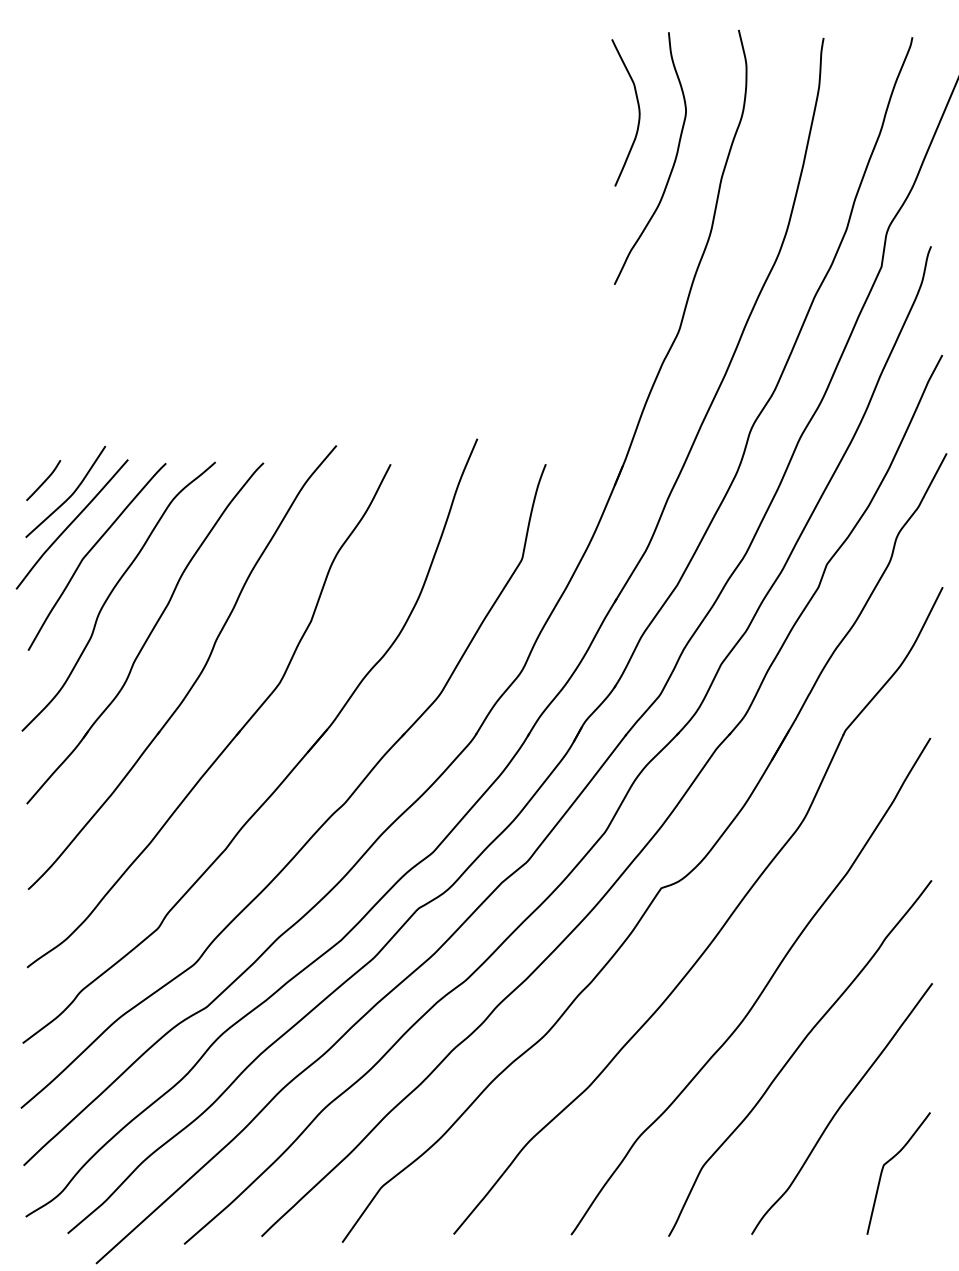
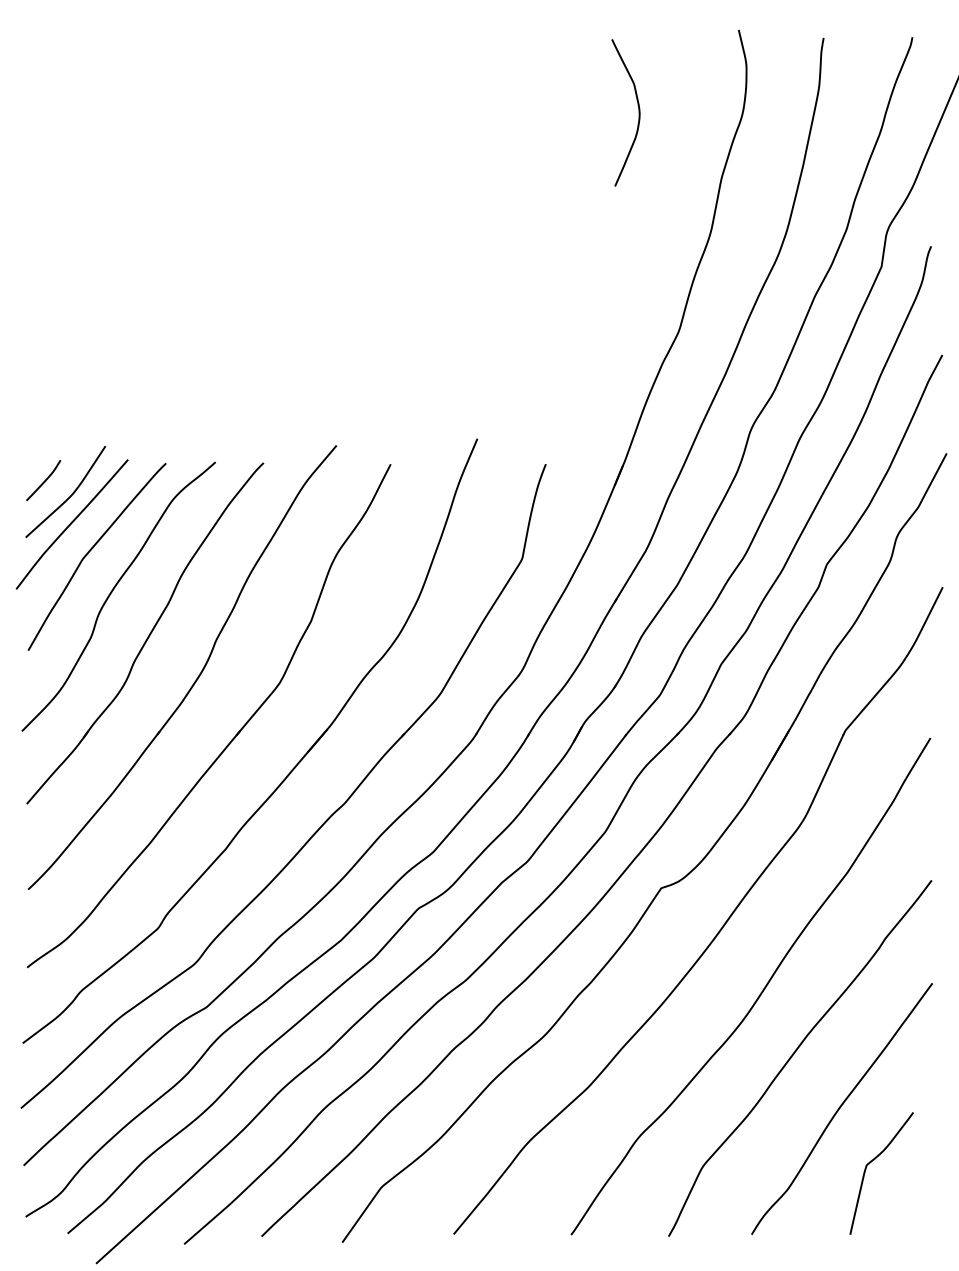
curve at (672, 165): present -> none
curve at (891, 1160) position: (891, 1160) -> (874, 1160)
